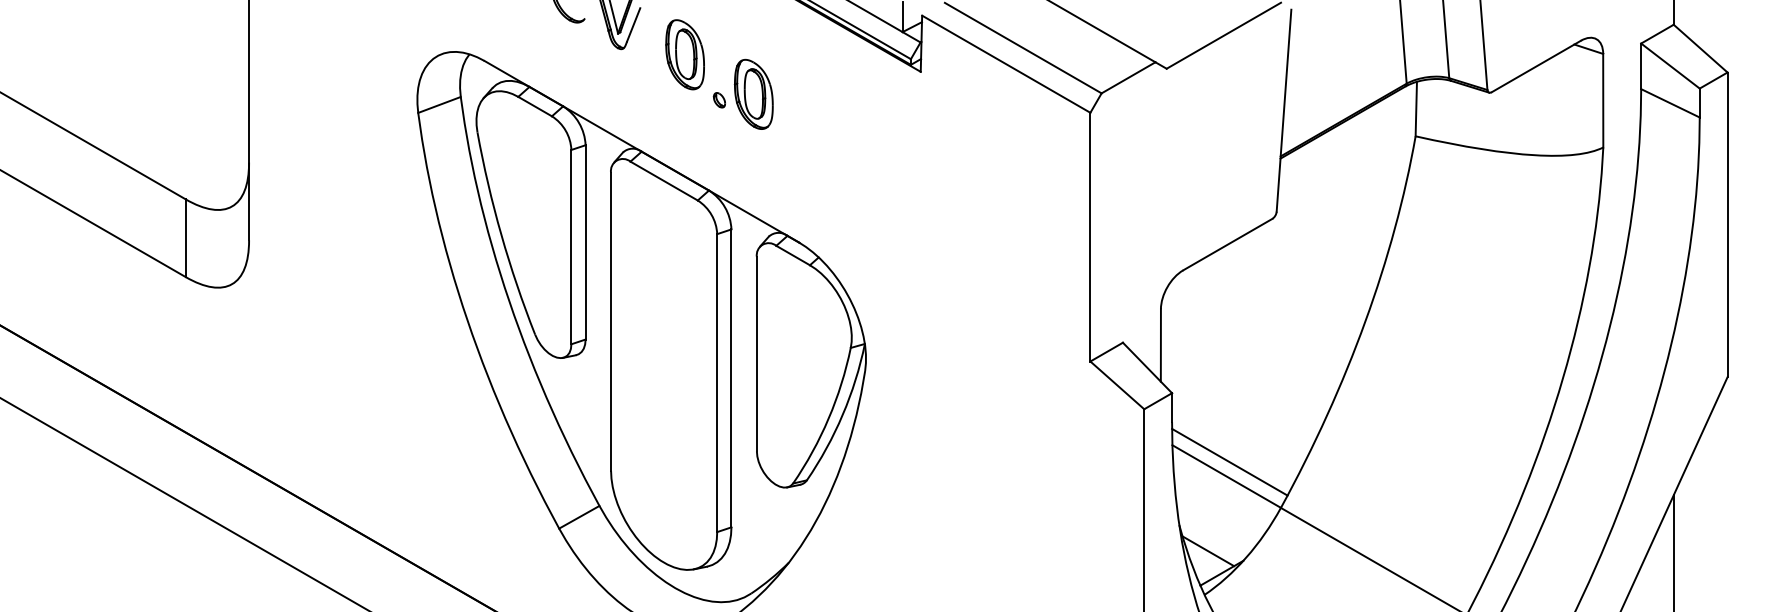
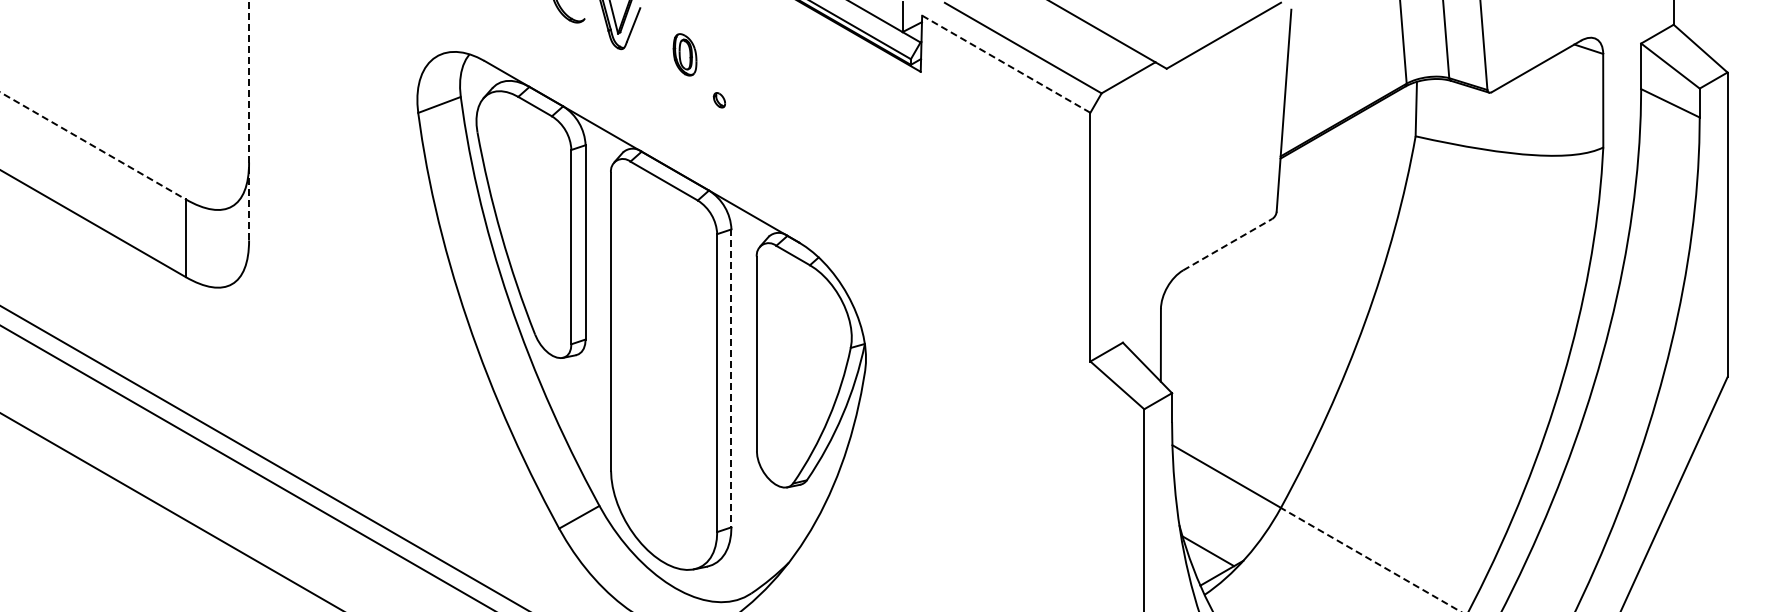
part at (684, 54) size: 40x72 px -> 26x44 px
line at (1006, 64): solid -> dashed
part at (753, 93): present -> none
line at (249, 119): solid -> dashed
line at (93, 145): solid -> dashed
line at (1228, 244): solid -> dashed
line at (731, 378): solid -> dashed
line at (1229, 461): present -> none
line at (246, 467) position: (246, 467) -> (263, 457)
line at (183, 503) position: (183, 503) -> (170, 511)
line at (1673, 551): present -> none
line at (1370, 559): solid -> dashed
